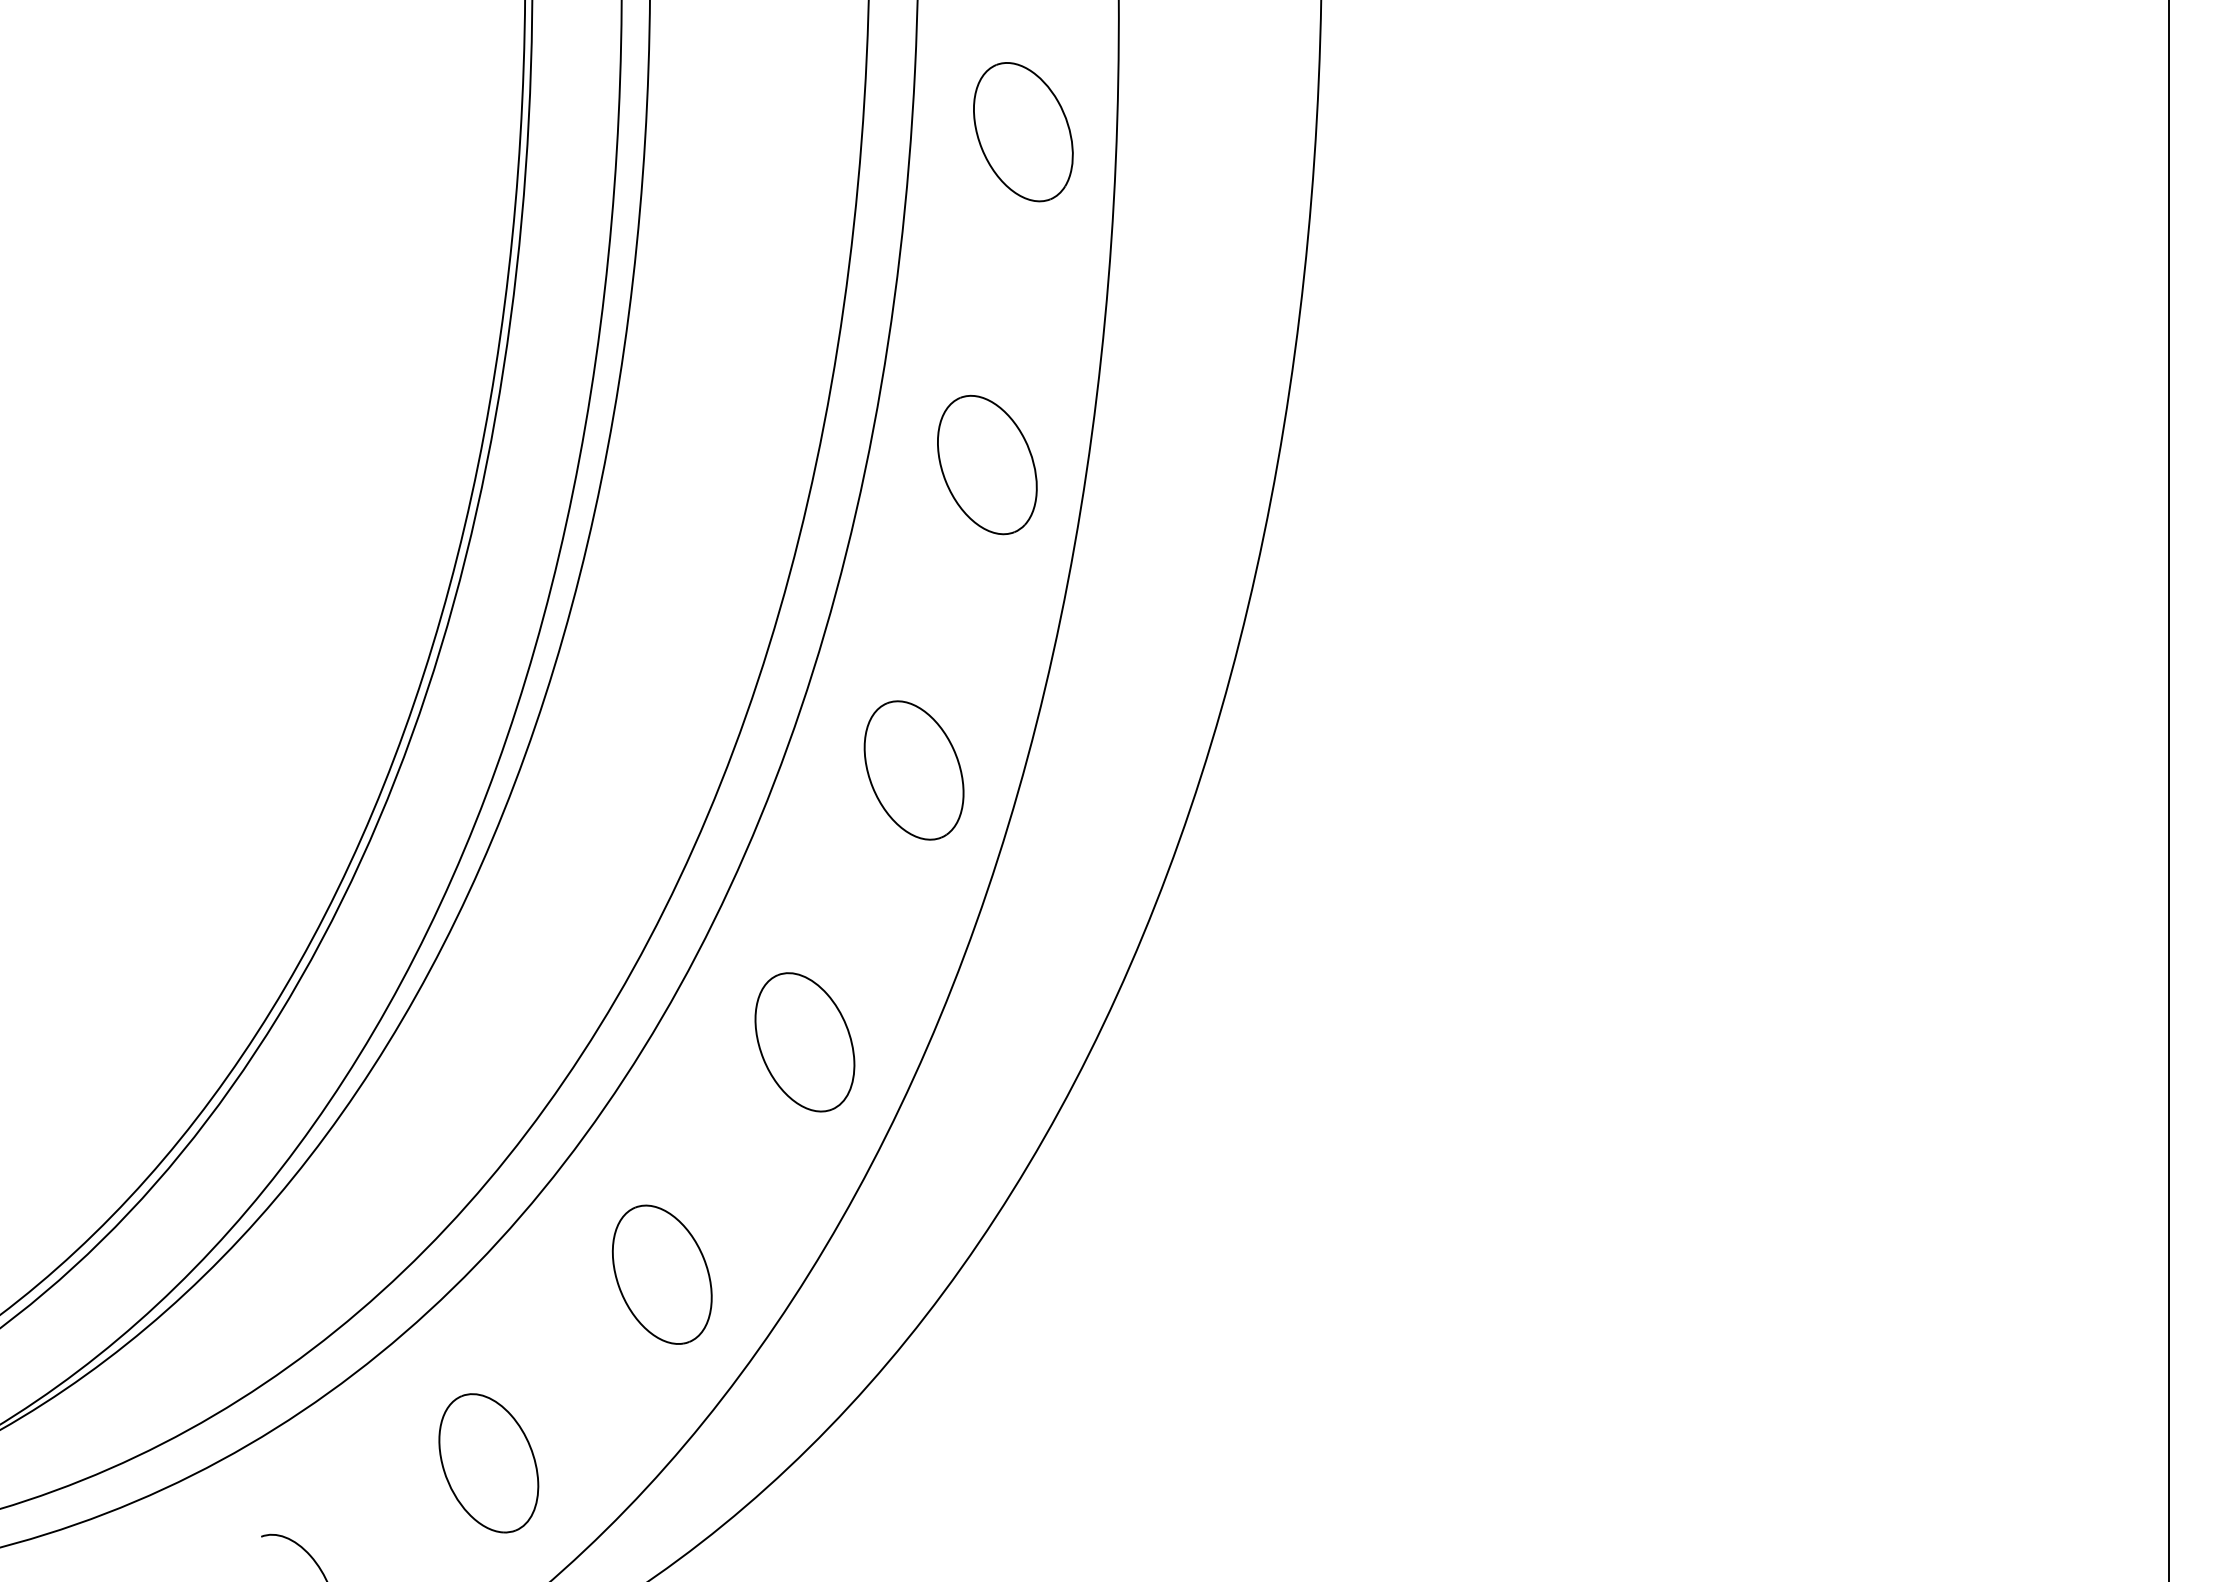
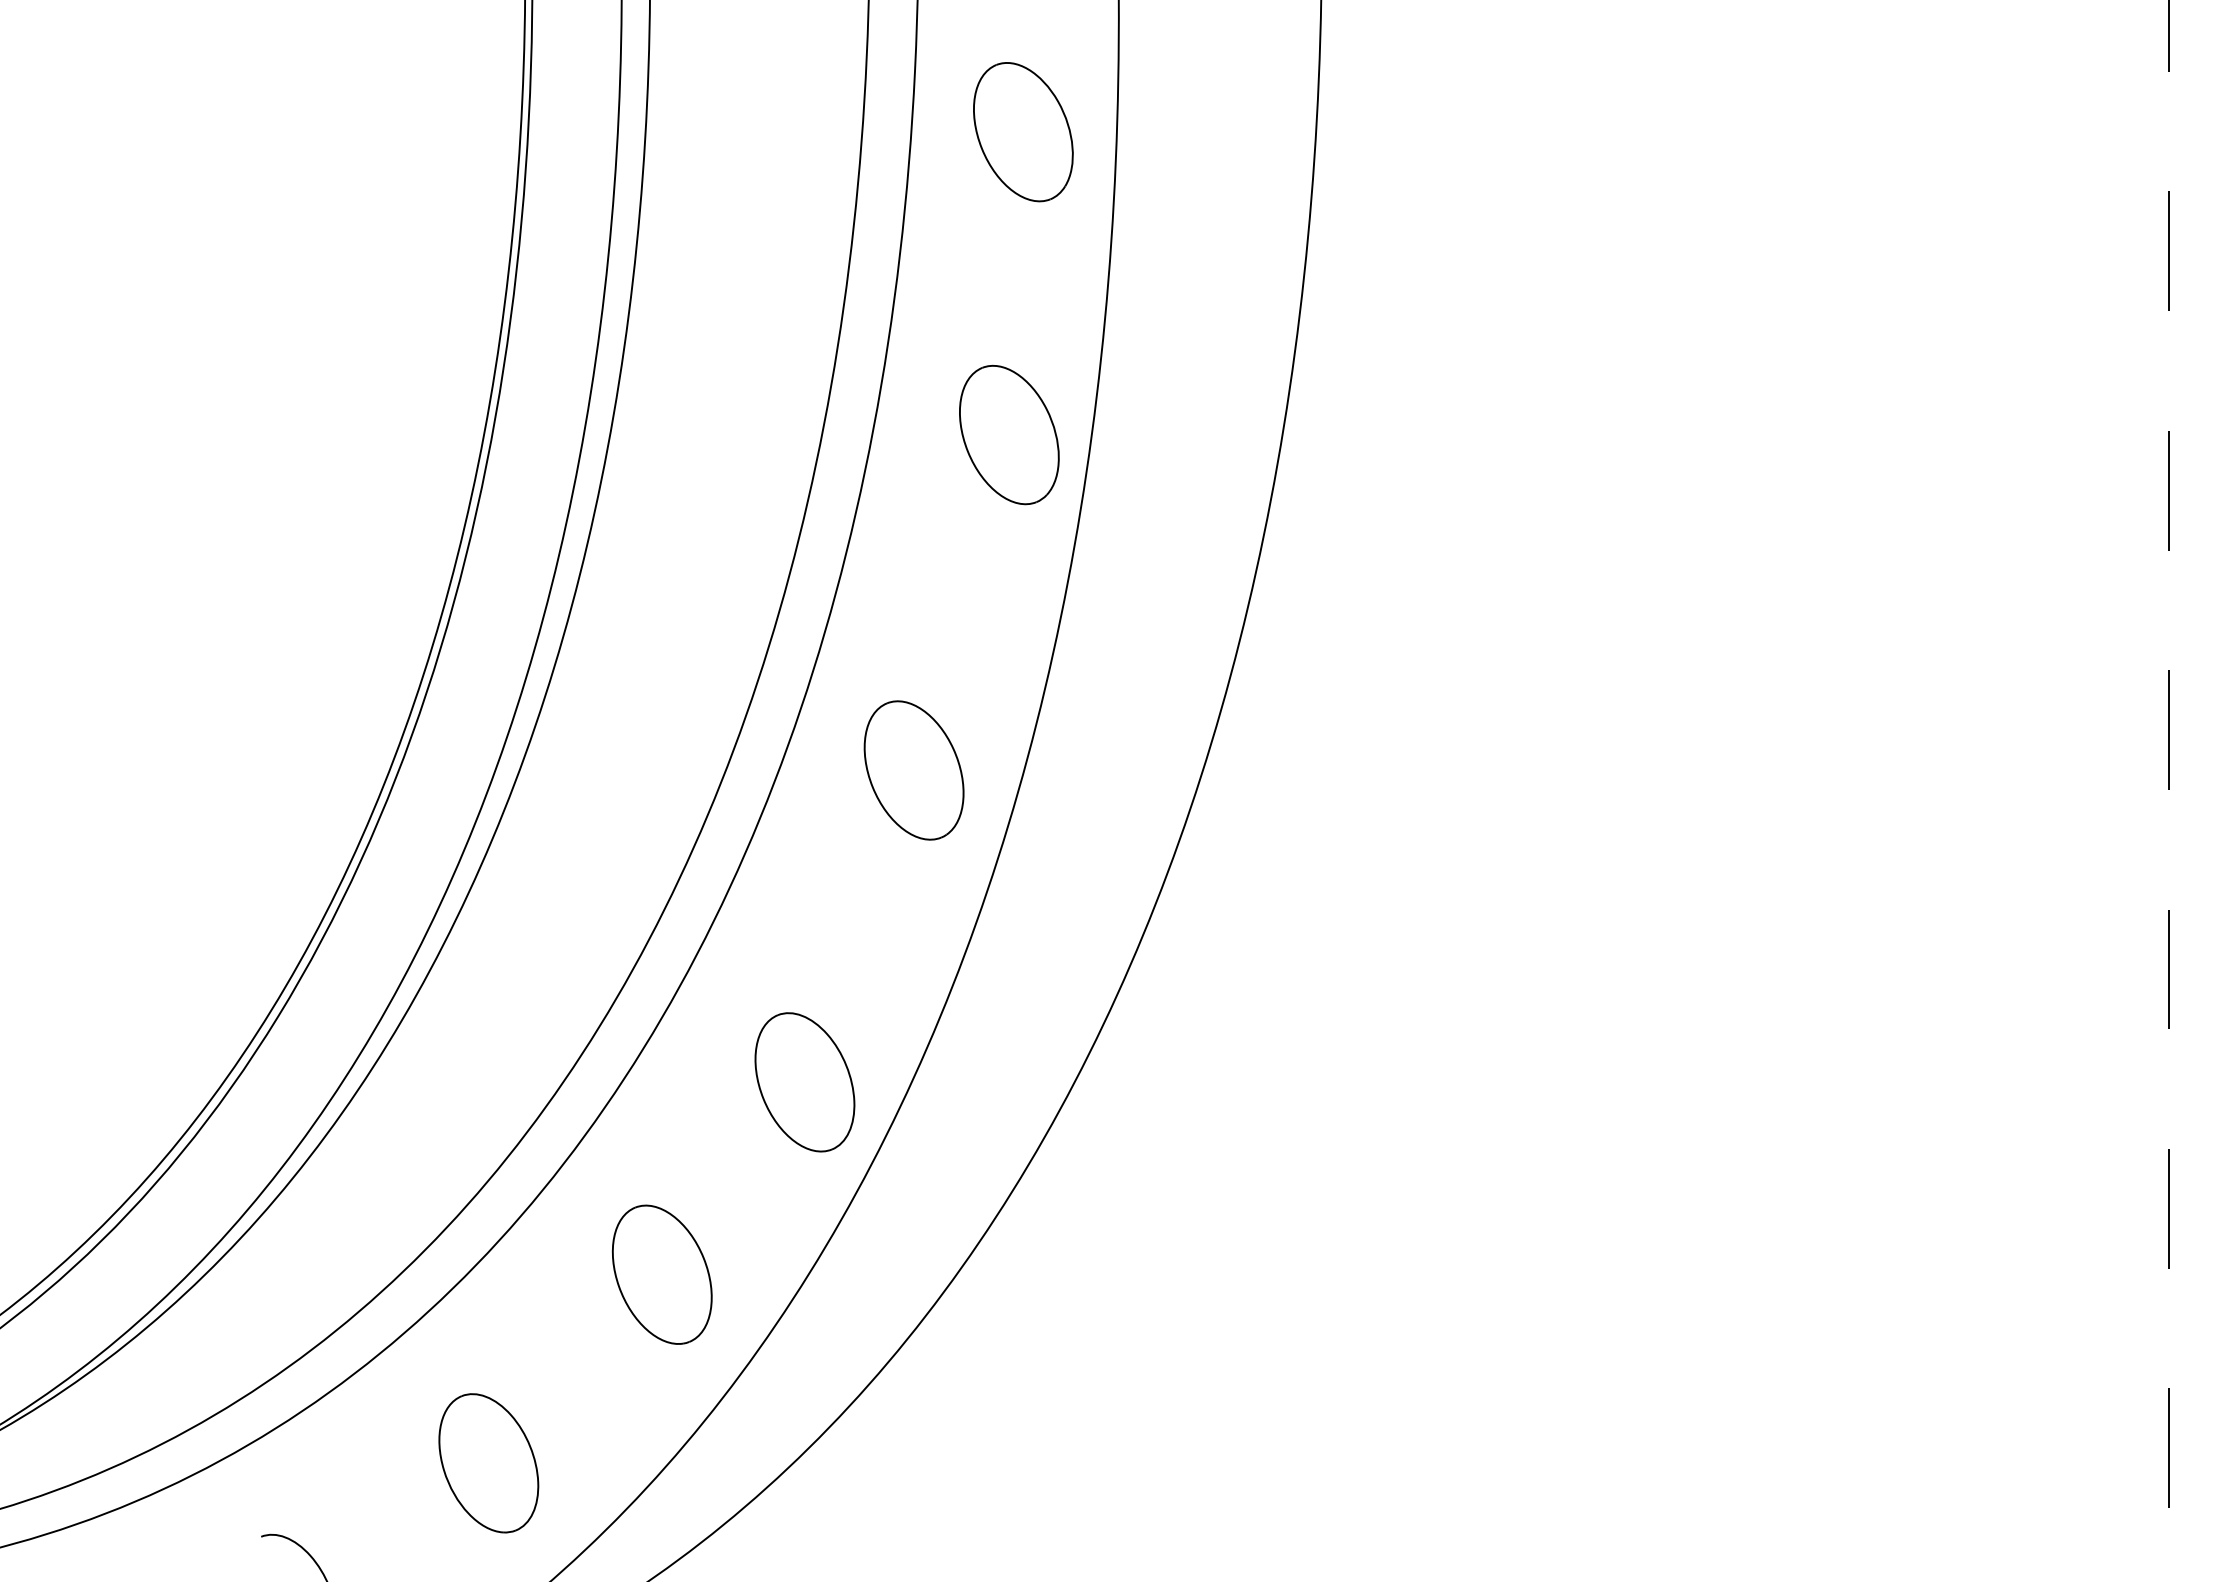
part at (987, 464) position: (987, 464) -> (1009, 434)
line at (2168, 790): solid -> dashed
part at (804, 1042) position: (804, 1042) -> (804, 1082)
